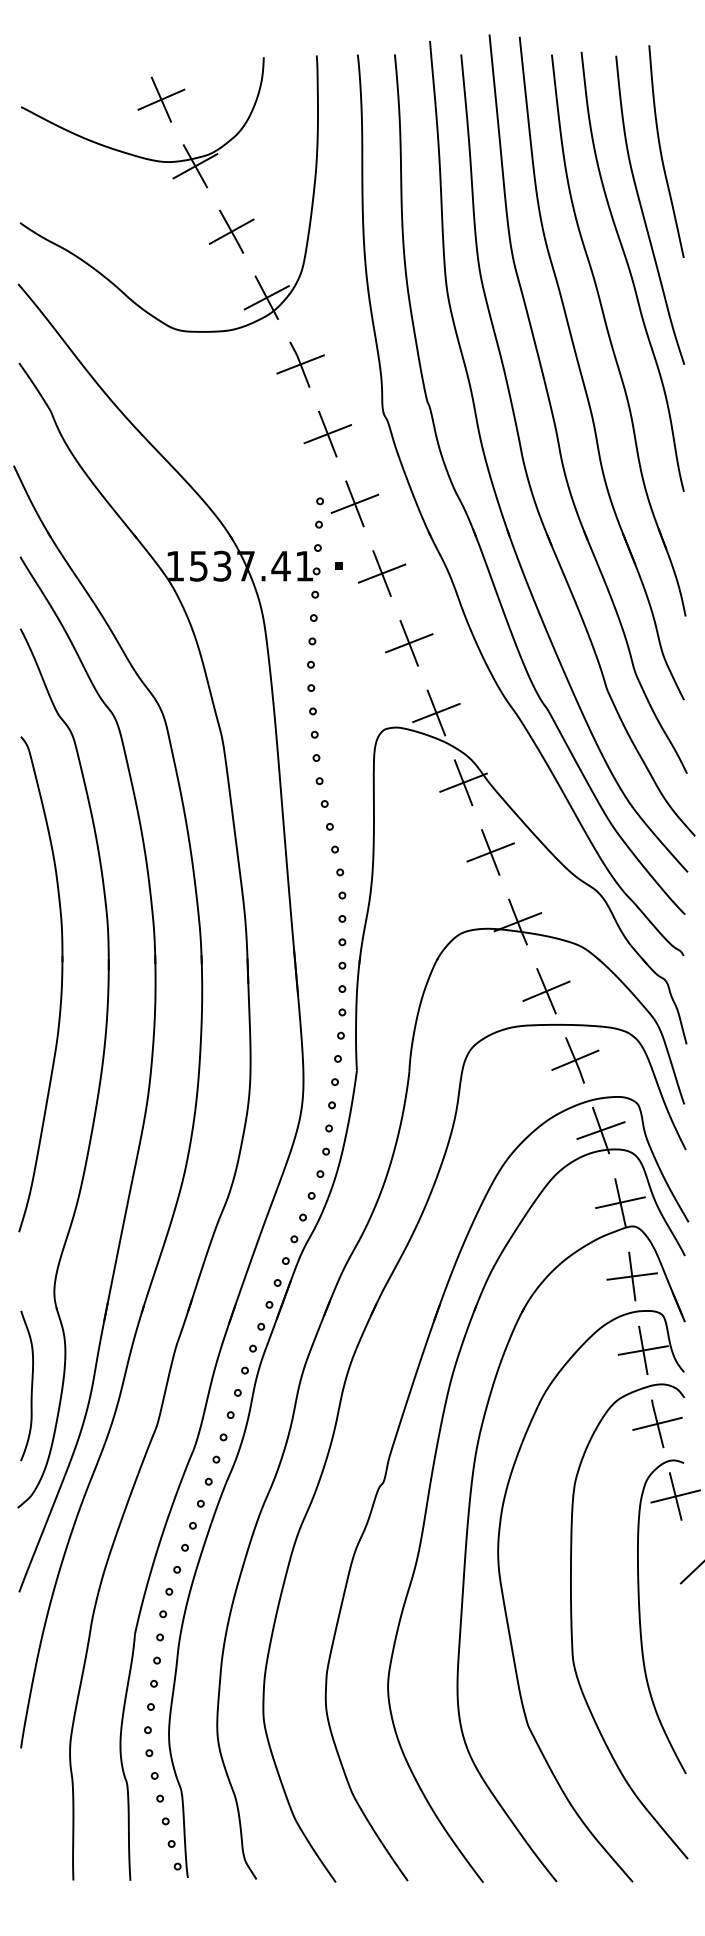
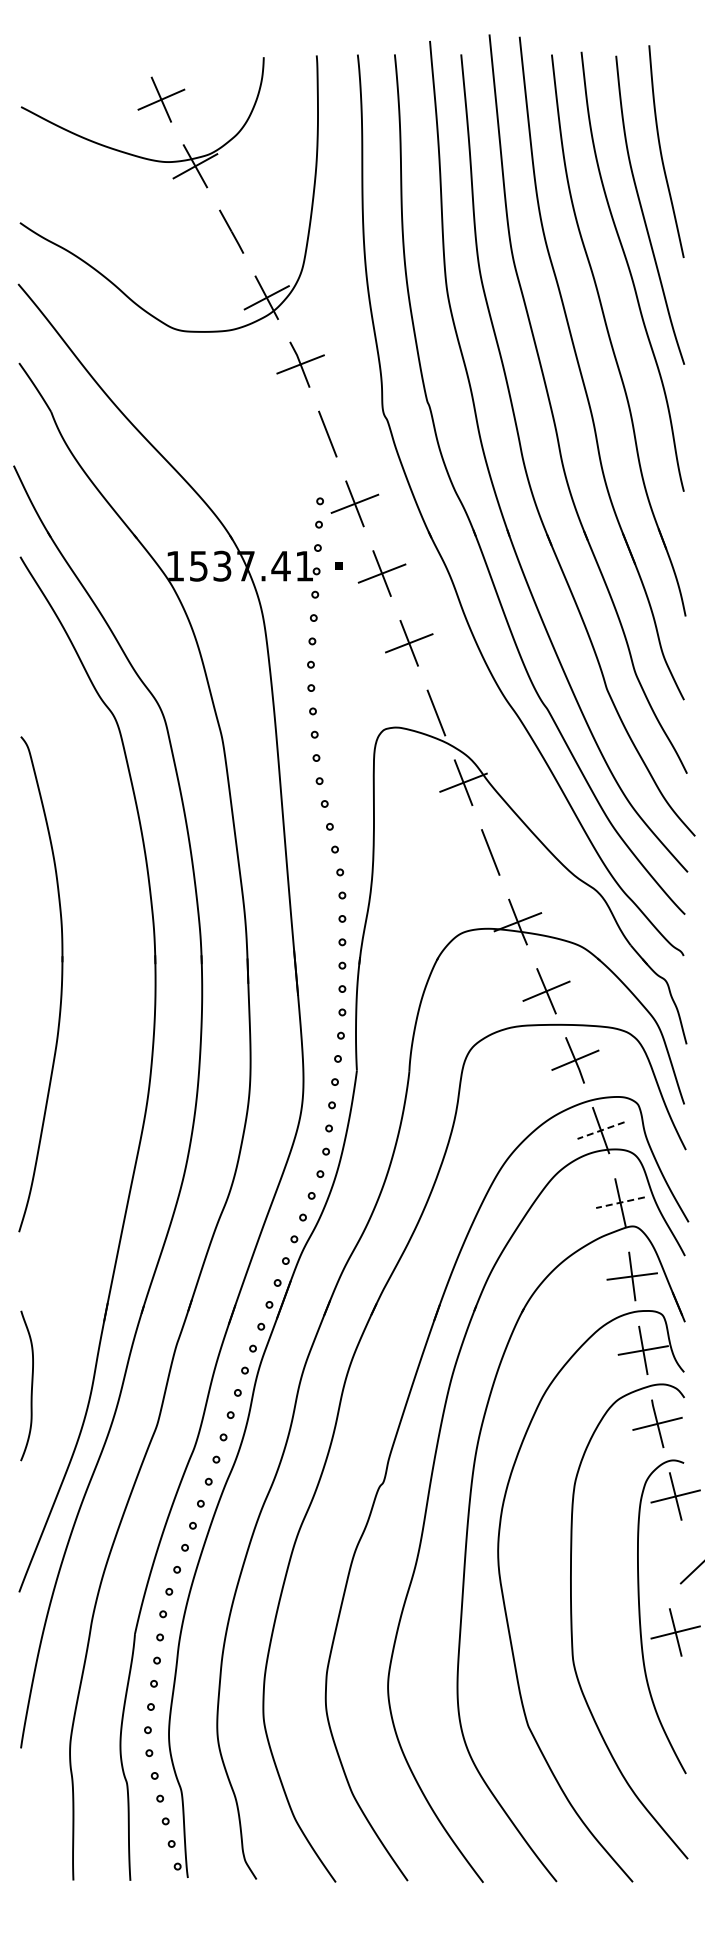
line at (231, 231): present -> none
line at (327, 434): present -> none
line at (436, 712): present -> none
line at (490, 852): present -> none
part at (100, 1070): present -> none
line at (601, 1130): solid -> dashed
line at (620, 1202): solid -> dashed
part at (675, 1632): none -> present
